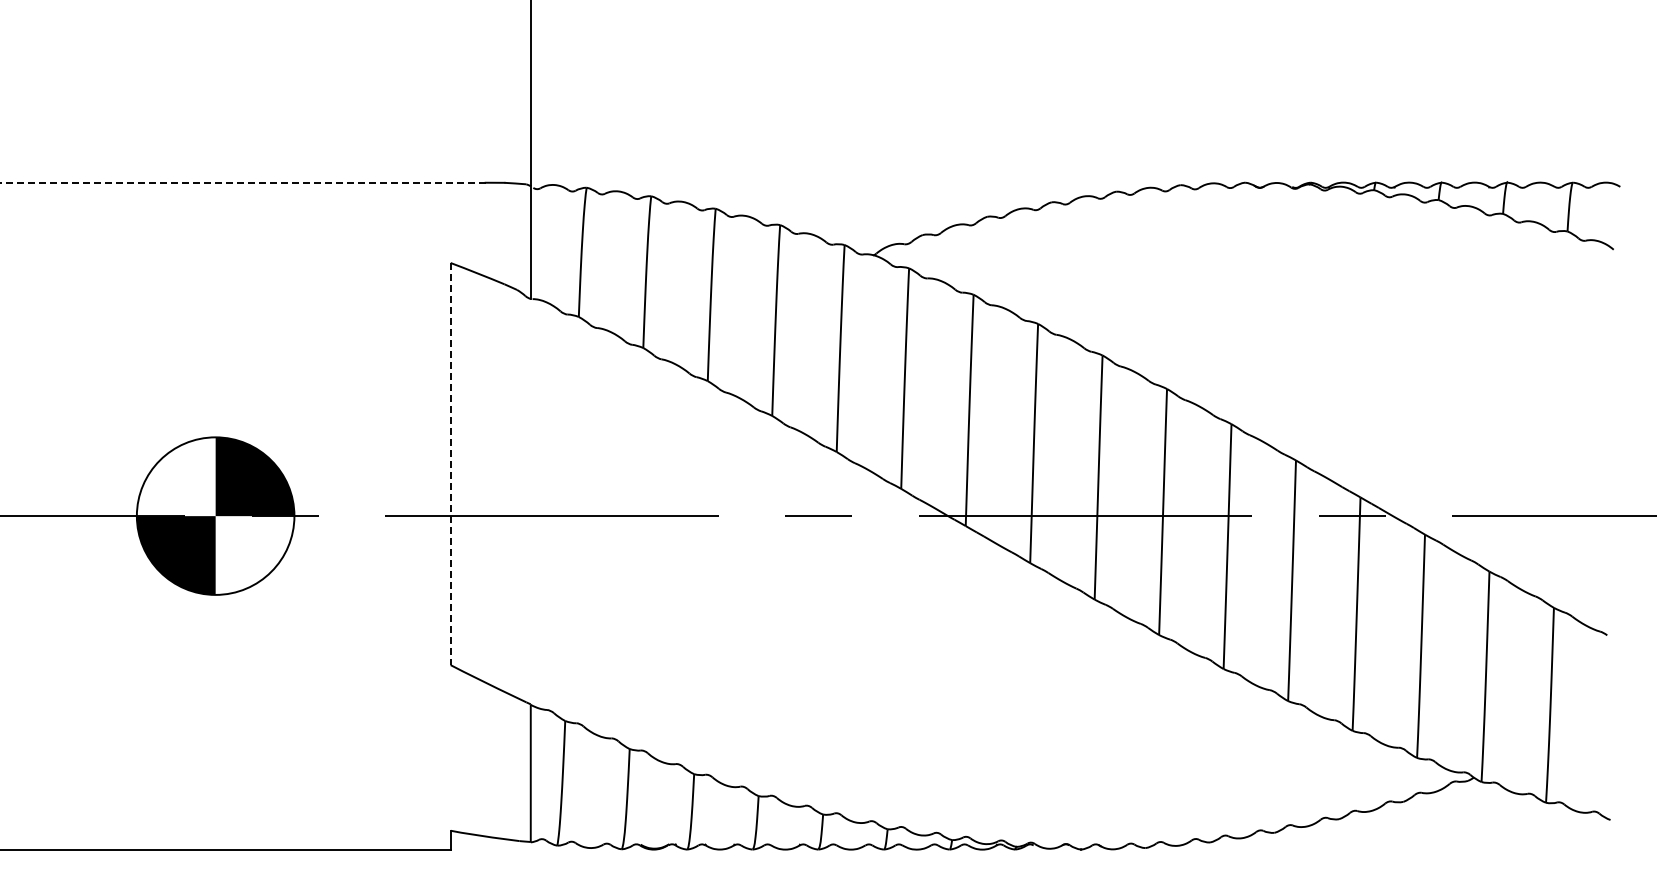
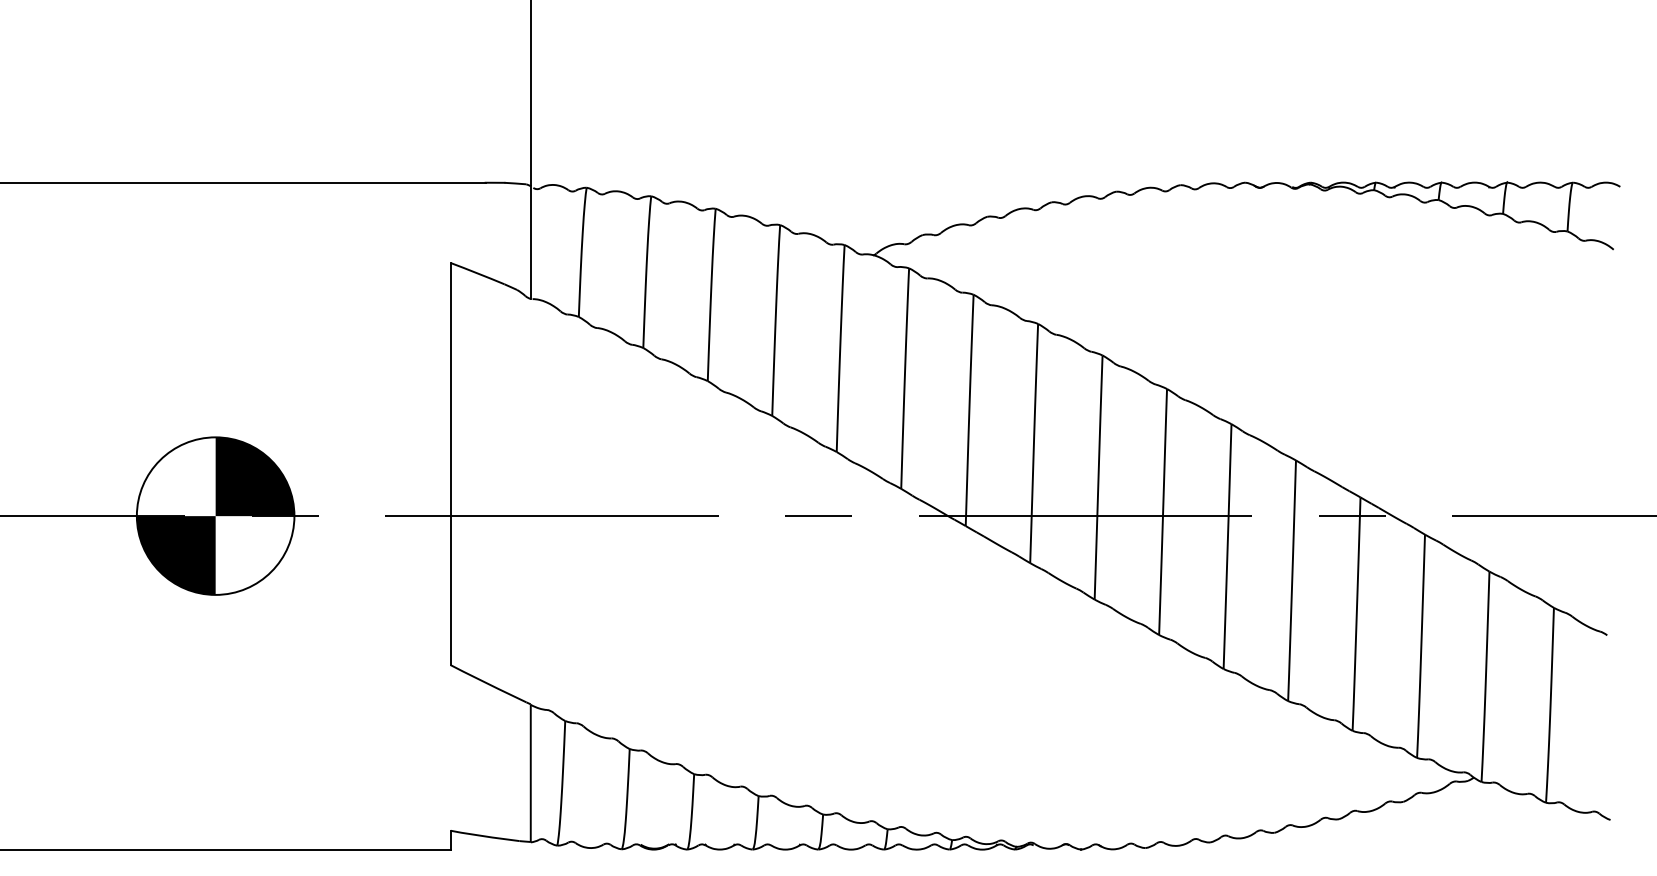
line at (242, 182): dashed -> solid
line at (450, 464): dashed -> solid
